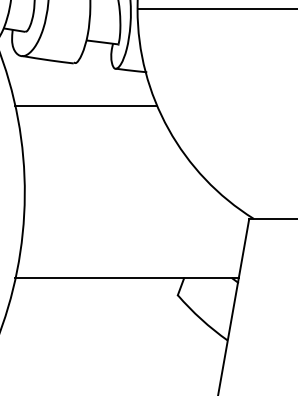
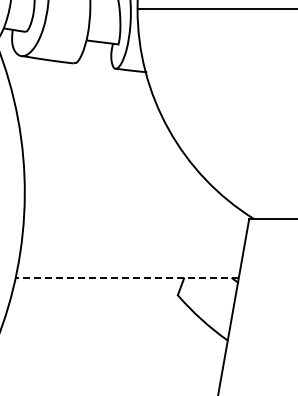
line at (86, 105): present -> none
line at (126, 278): solid -> dashed
